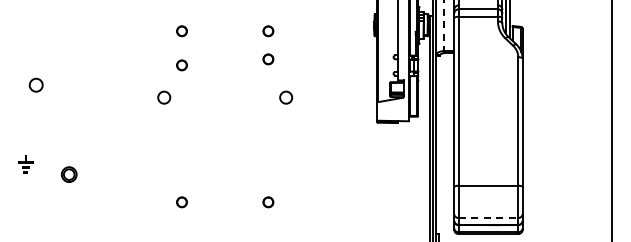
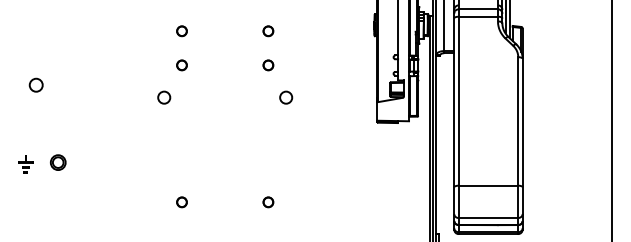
line at (444, 26): dashed -> solid
part at (268, 59) position: (268, 59) -> (268, 65)
part at (69, 174) position: (69, 174) -> (58, 162)
line at (488, 218): dashed -> solid
